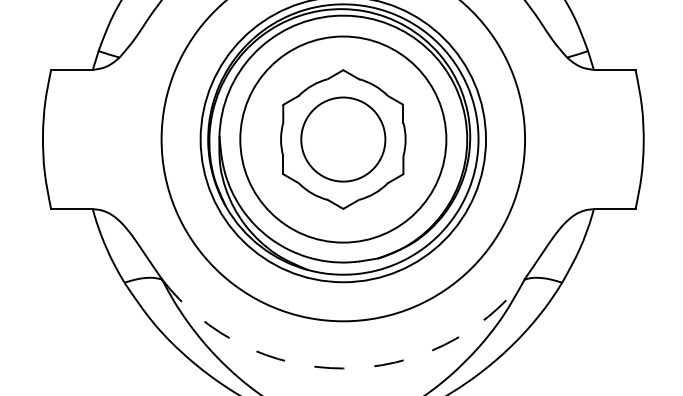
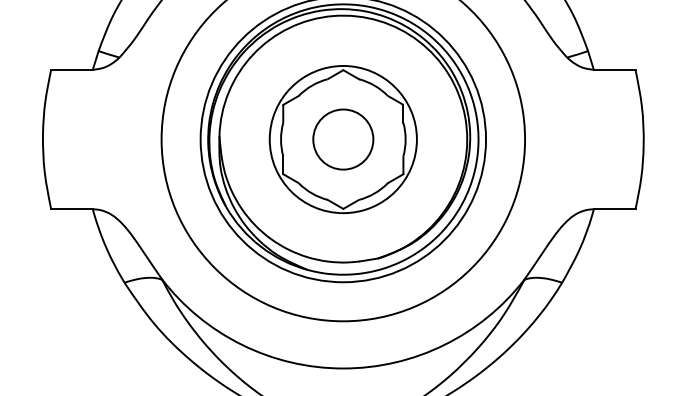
circle at (343, 139) diameter: 206 px -> 147 px
circle at (343, 139) diameter: 84 px -> 60 px
arc at (343, 368): dashed -> solid
